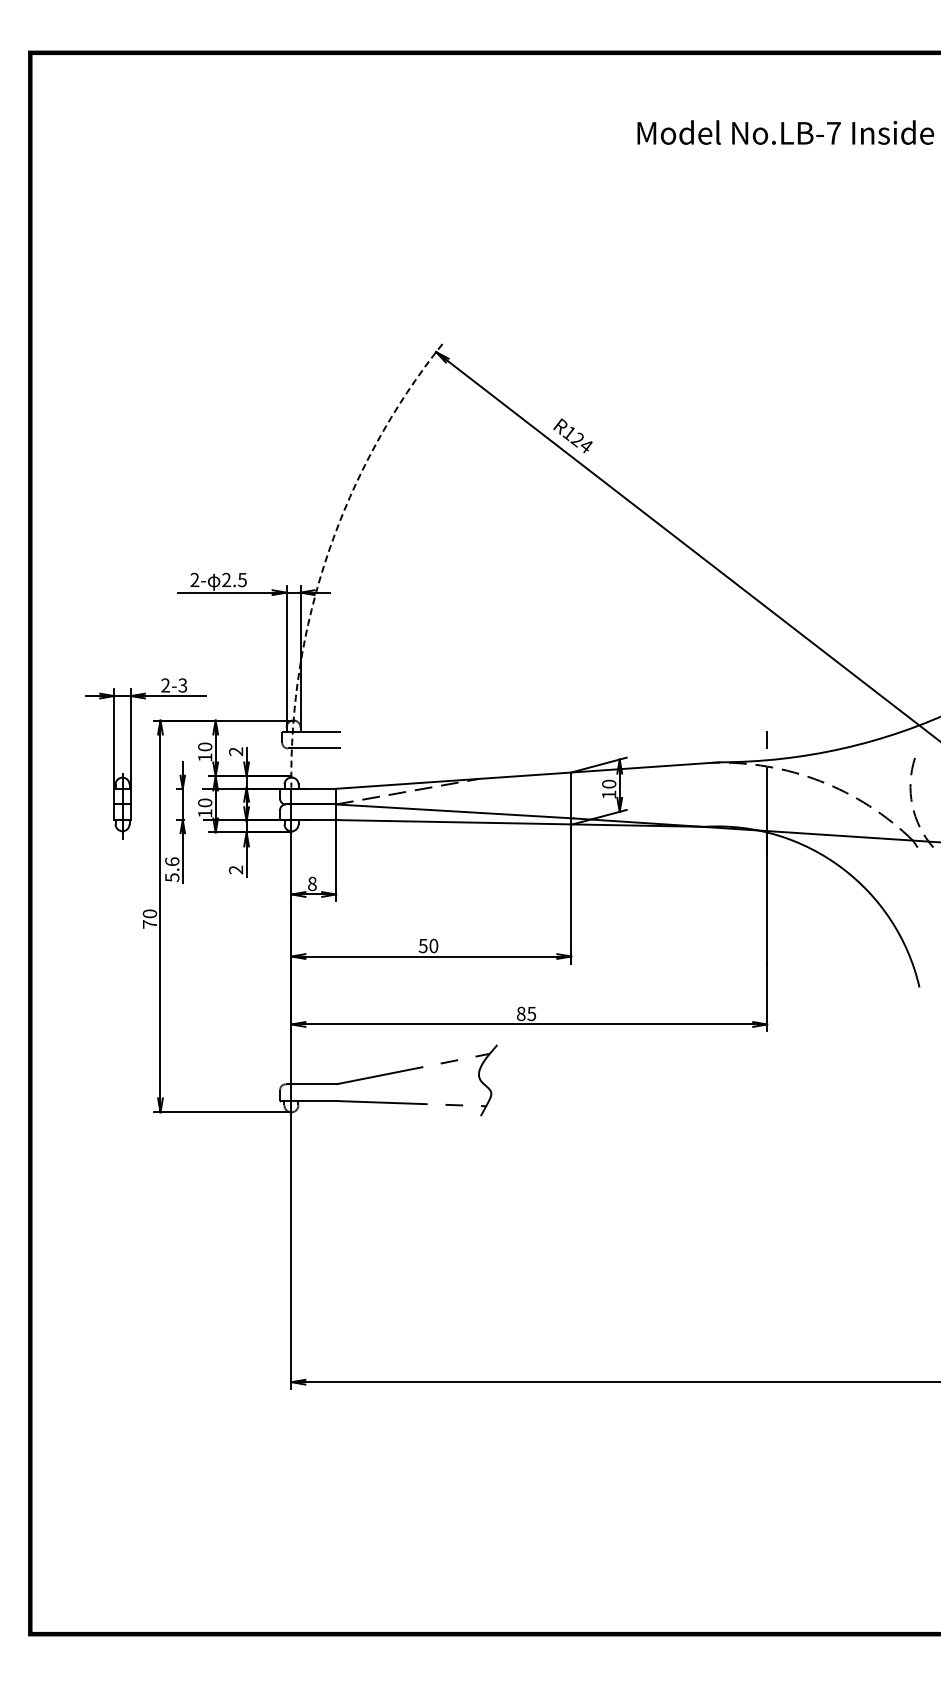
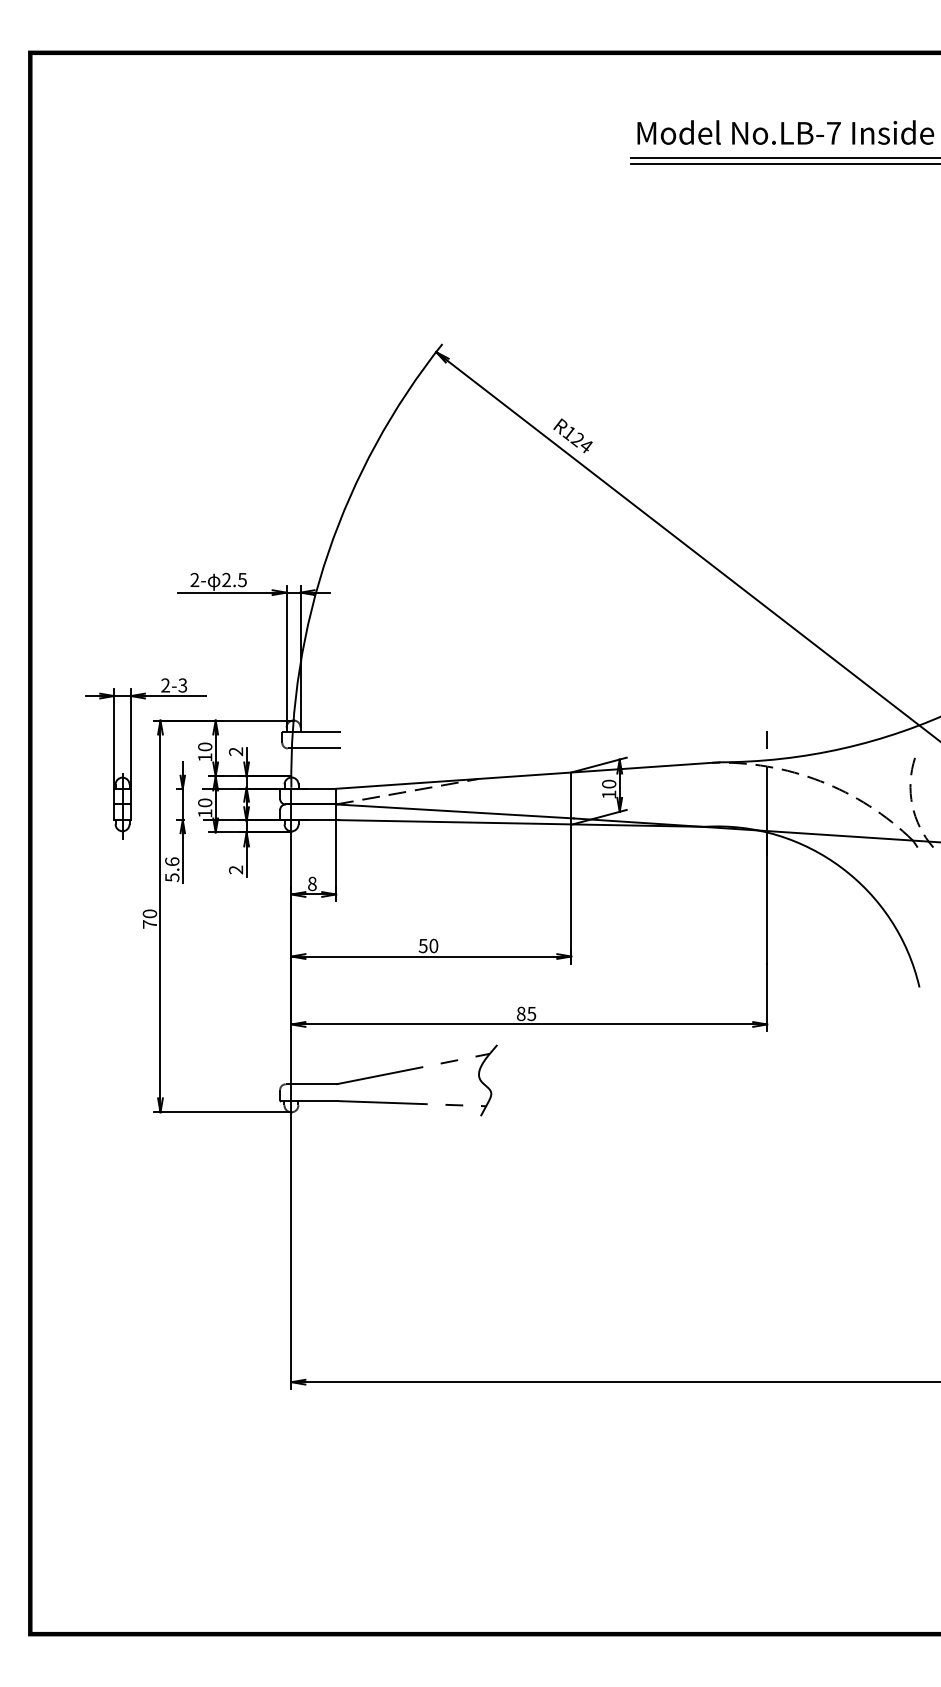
line at (783, 158): none -> present
line at (783, 163): none -> present
arc at (328, 552): dashed -> solid
